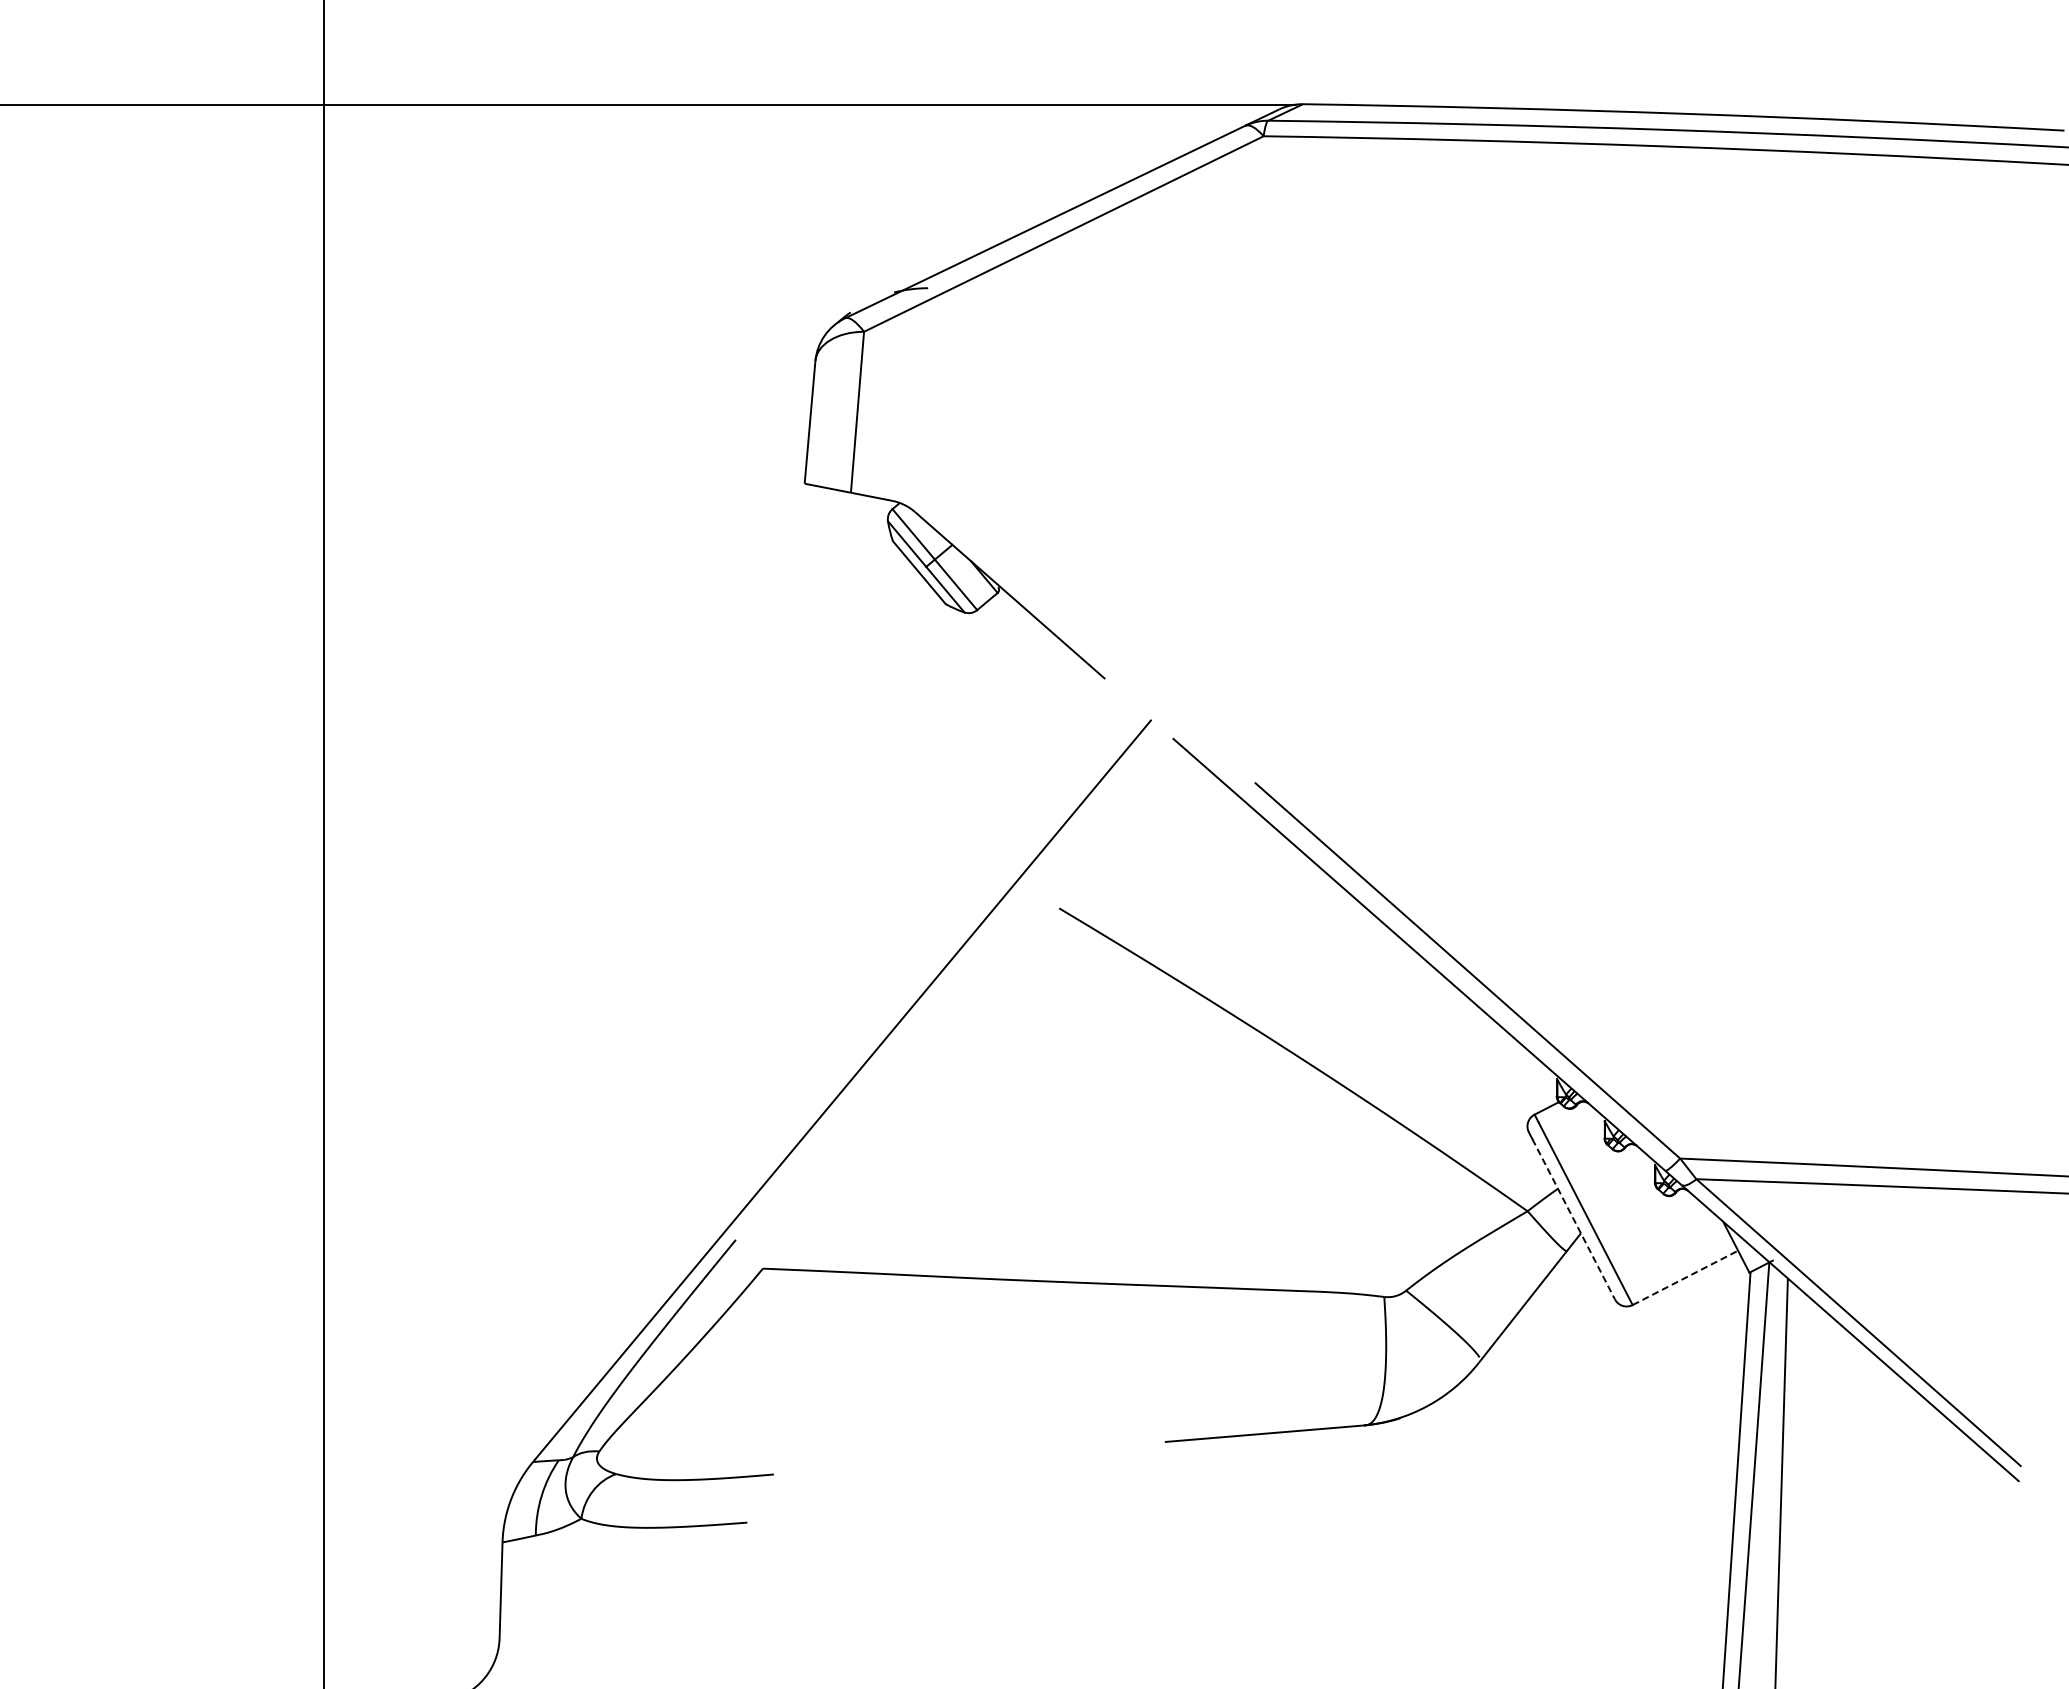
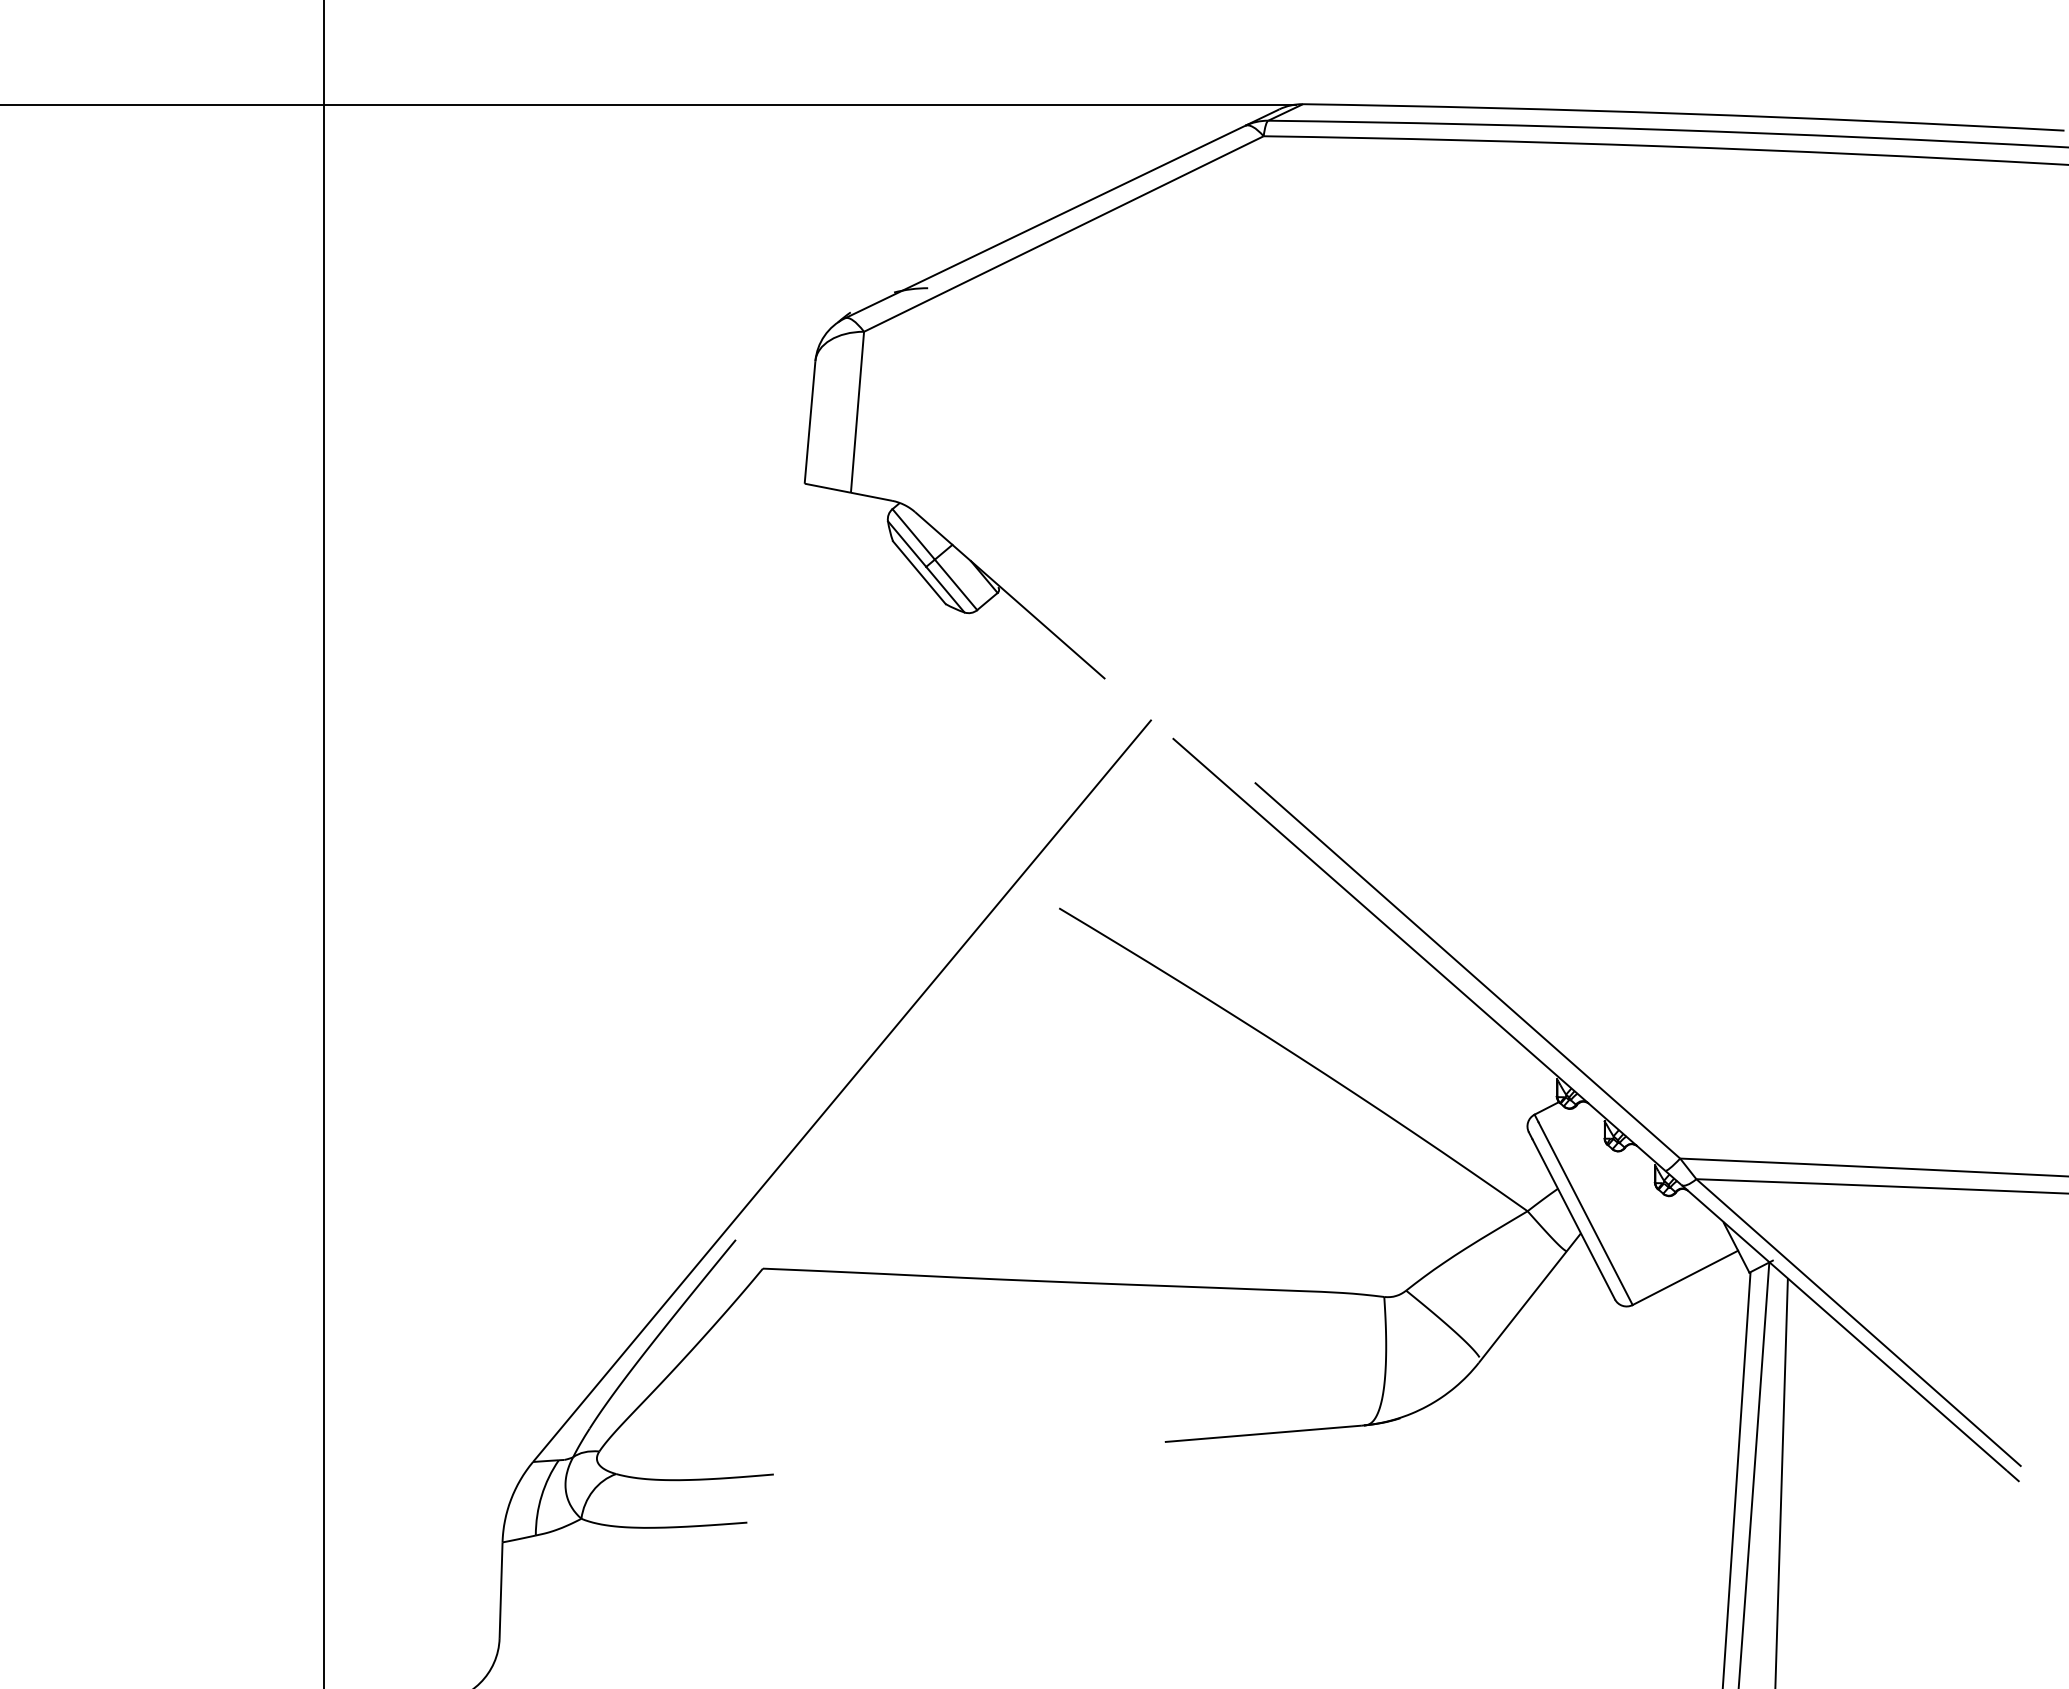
line at (1573, 1219): dashed -> solid
line at (1685, 1277): dashed -> solid
